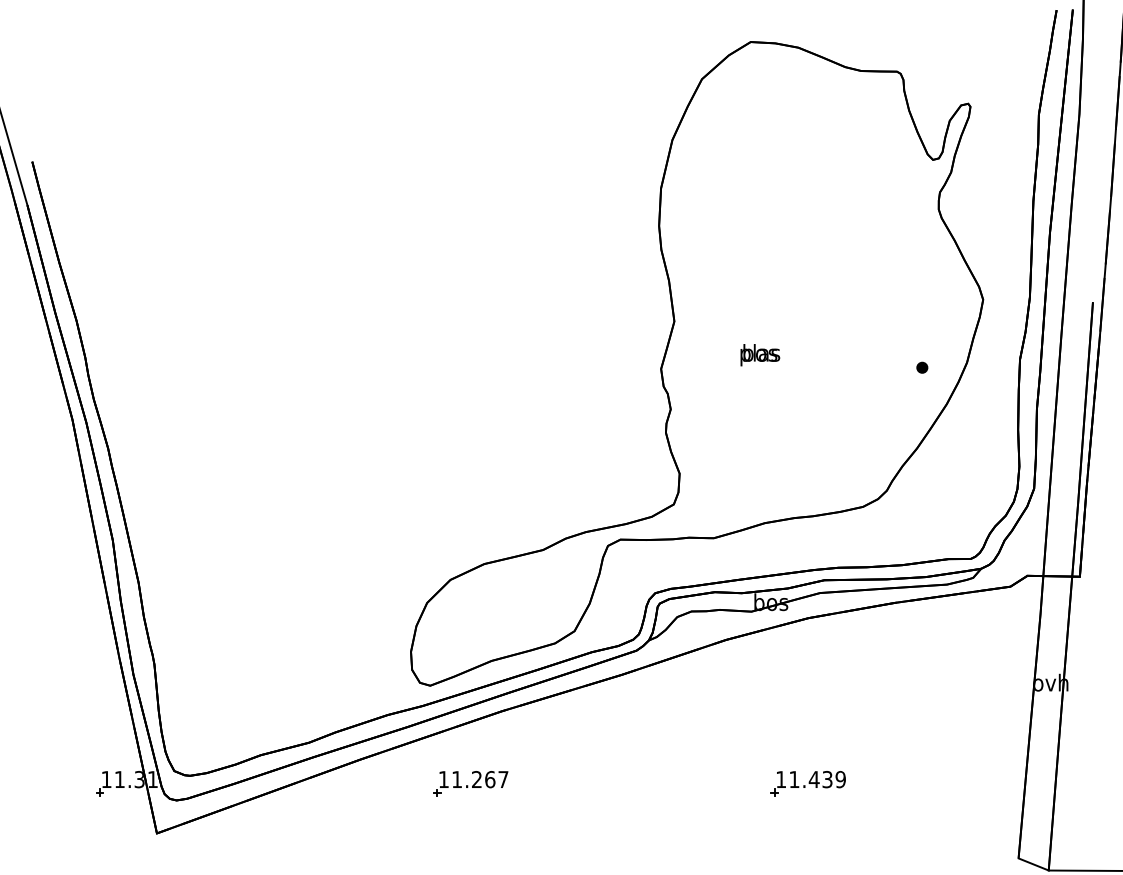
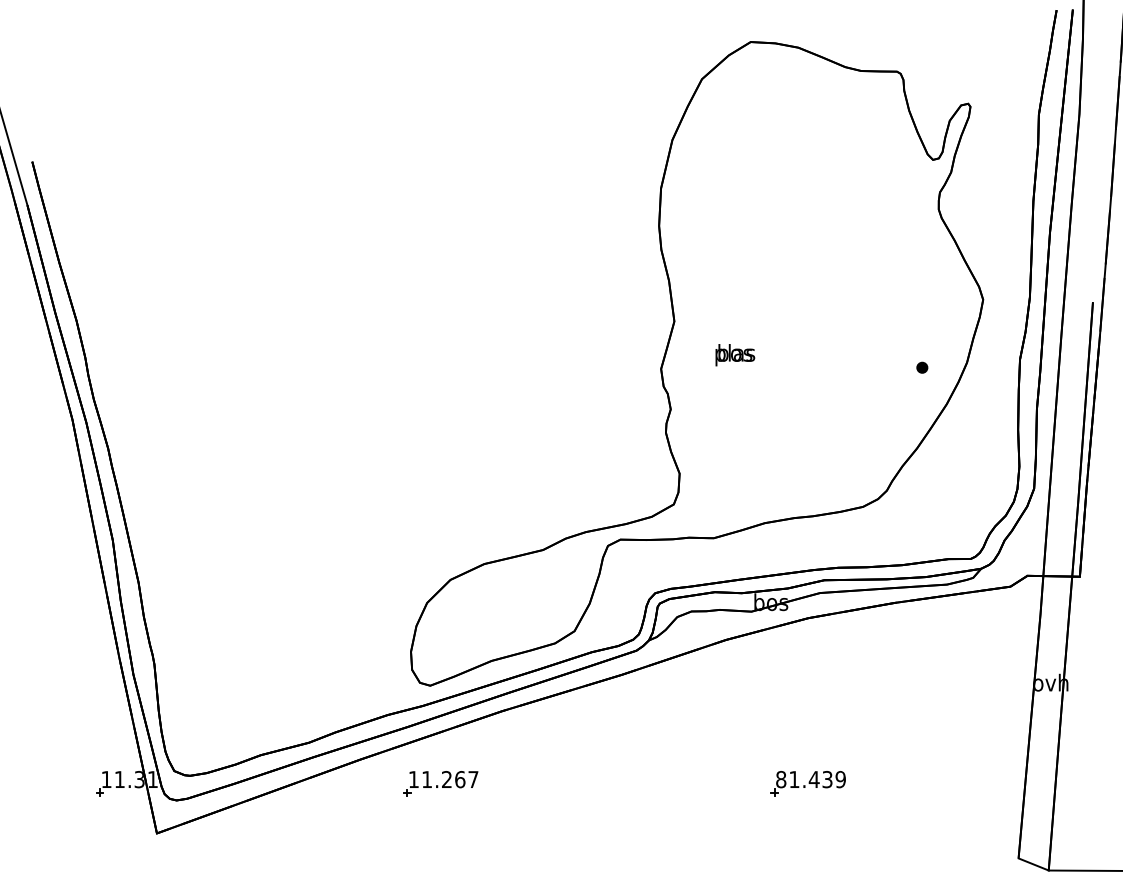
text at (760, 355) position: (760, 355) -> (735, 355)
text at (781, 779): 11.439 -> 81.439
part at (470, 783) position: (470, 783) -> (440, 783)
